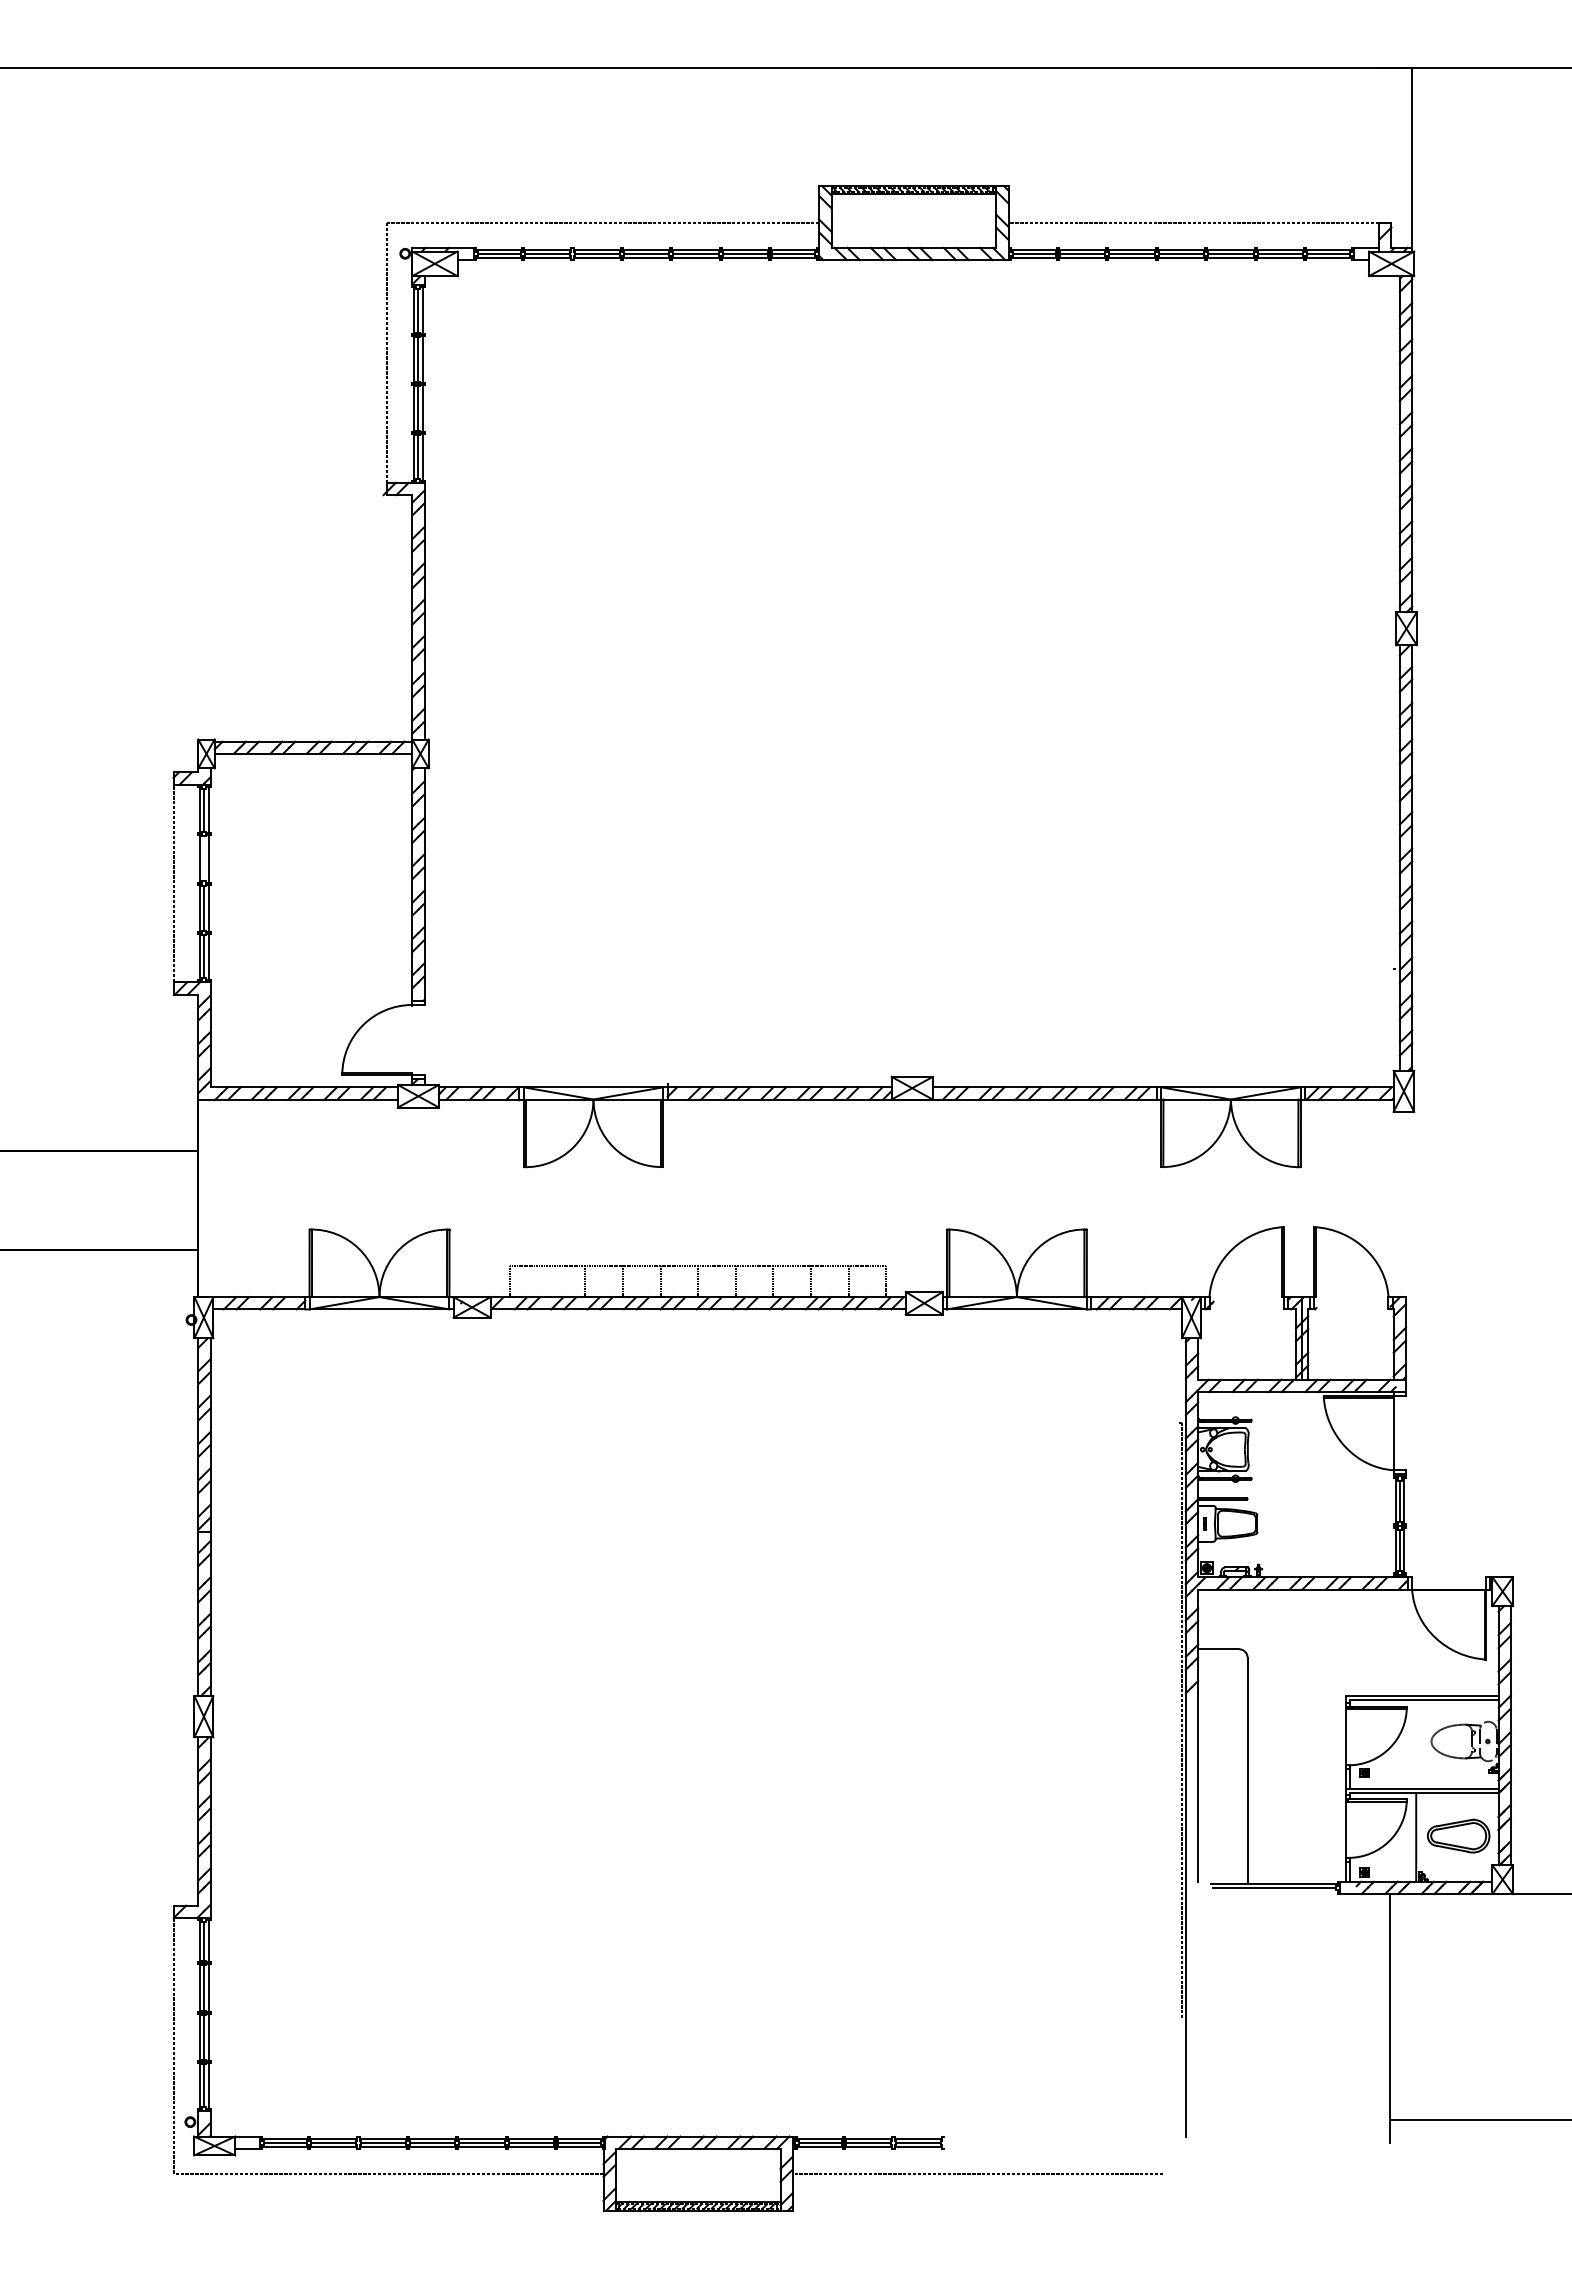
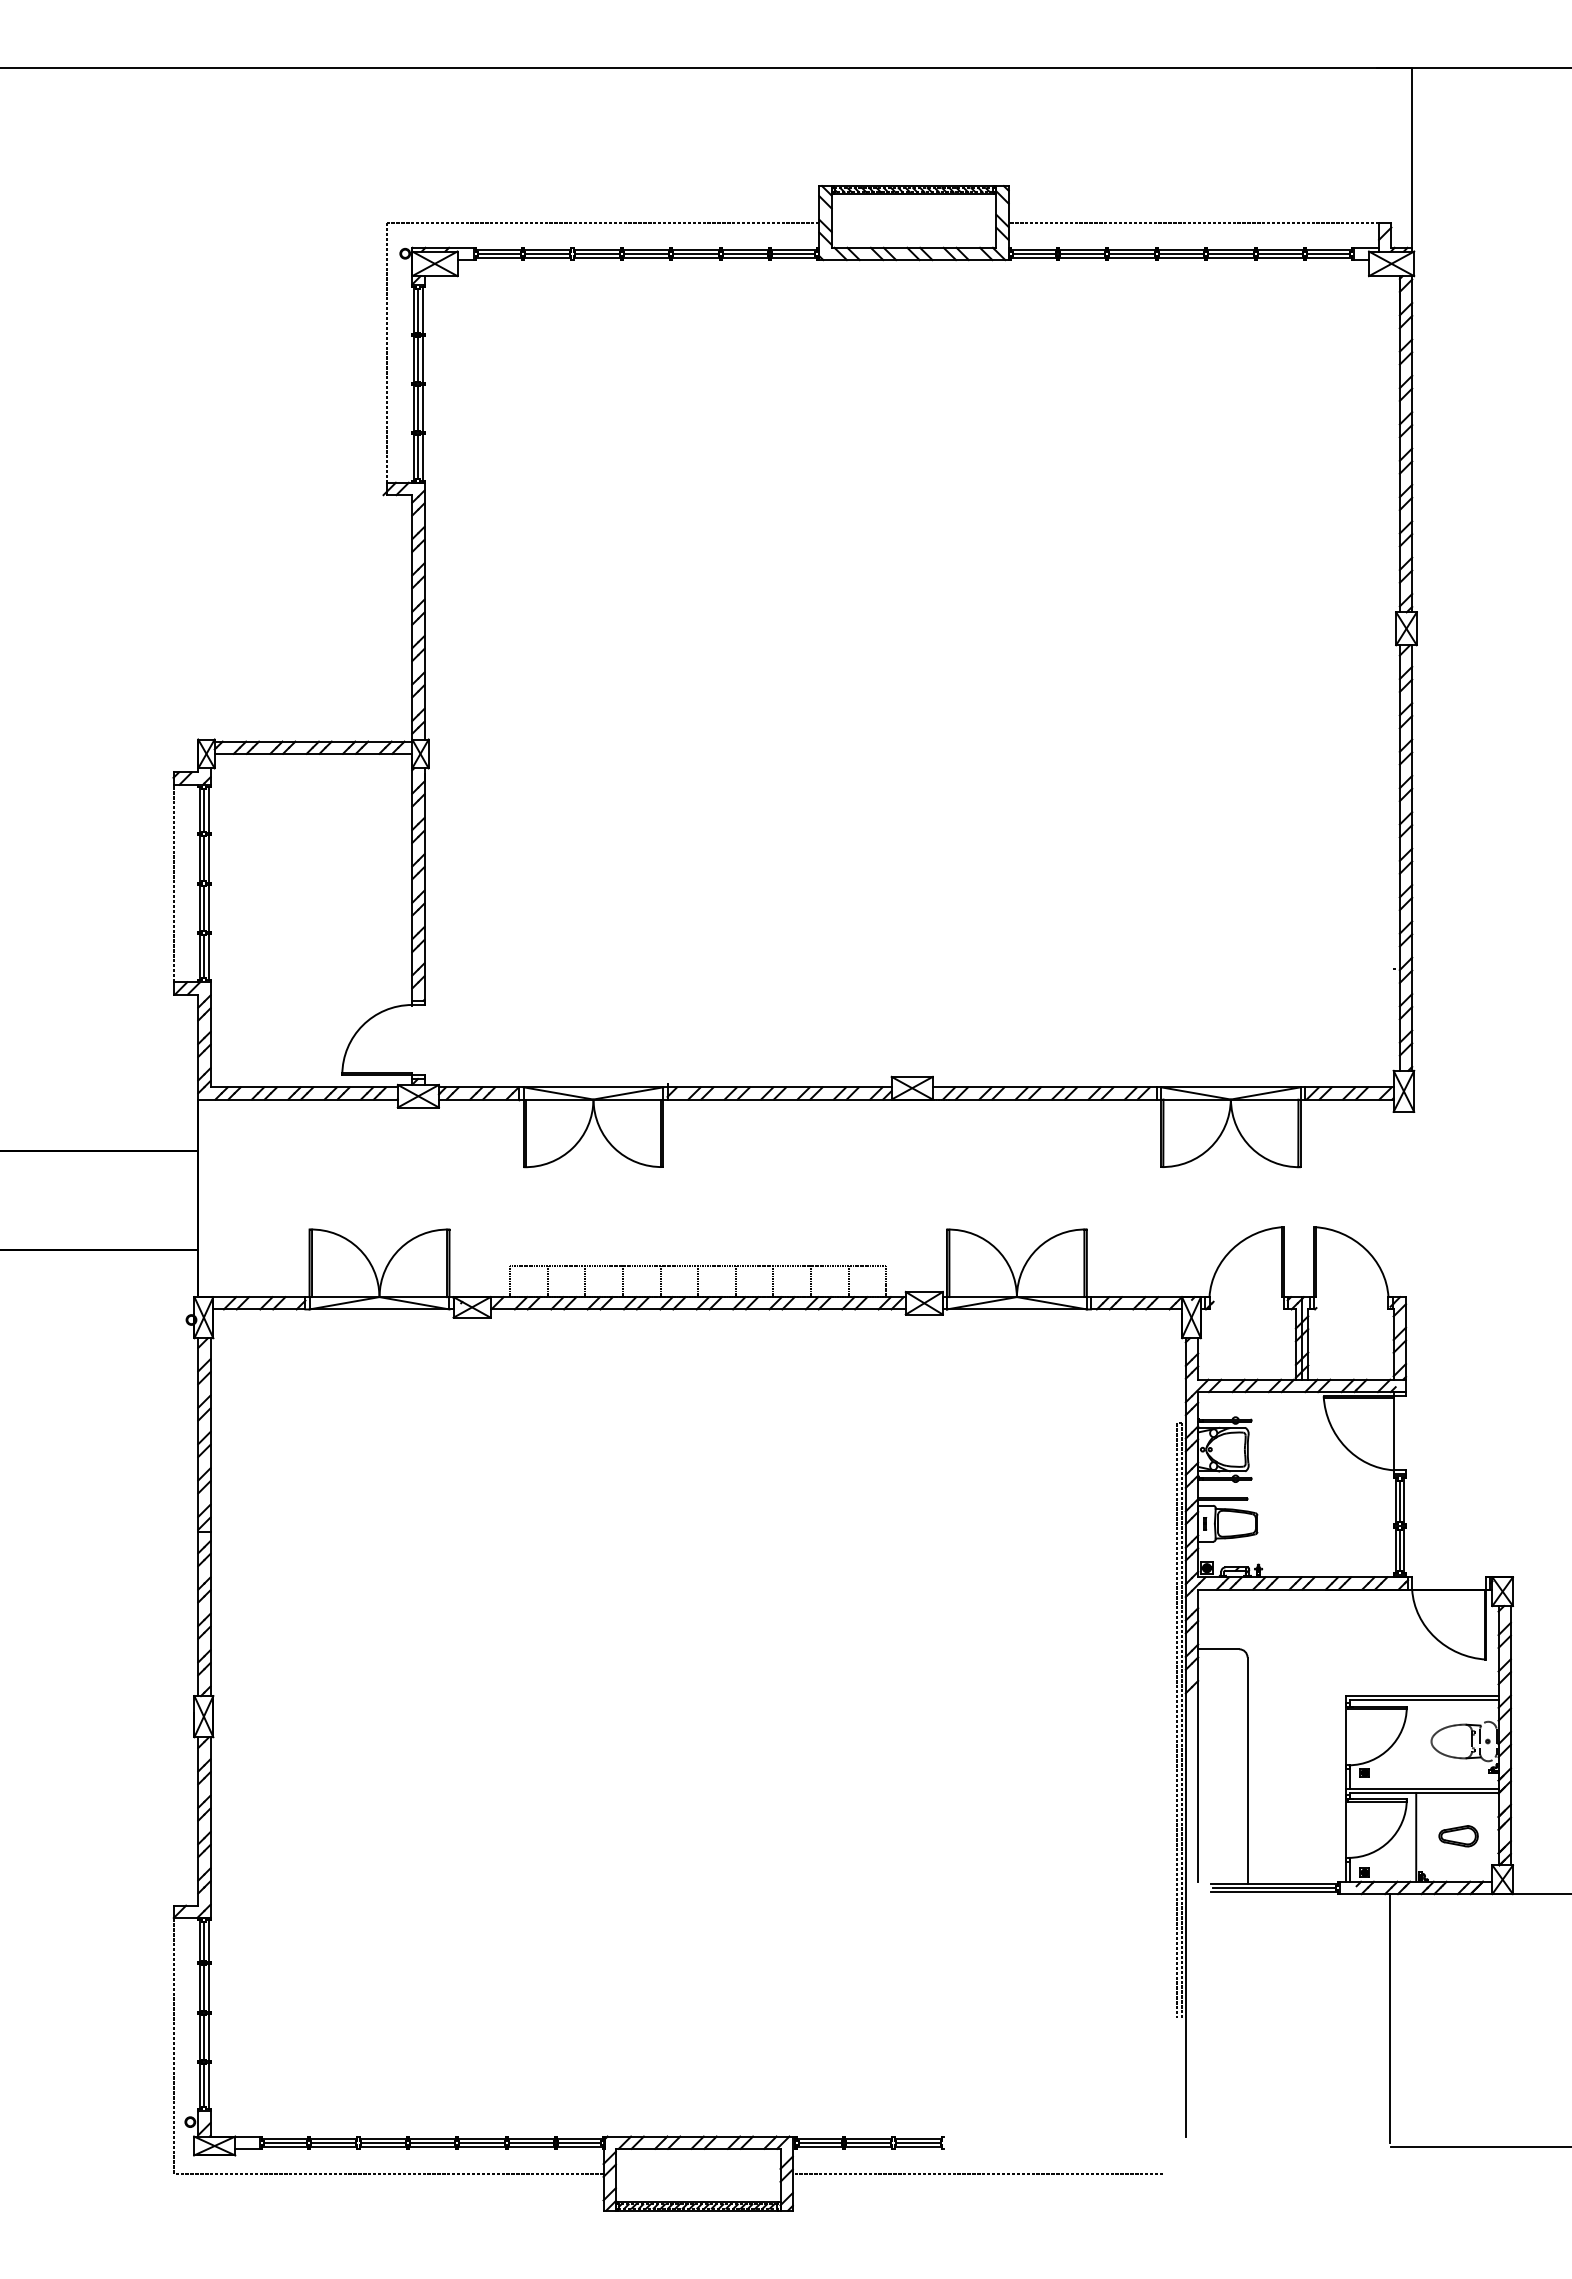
line at (204, 858): none -> present
line at (547, 1281): none -> present
line at (1177, 1720): none -> present
part at (1458, 1835) size: 64x36 px -> 41x23 px
line at (1273, 1892): none -> present
line at (1479, 2119) position: (1479, 2119) -> (1479, 2146)
